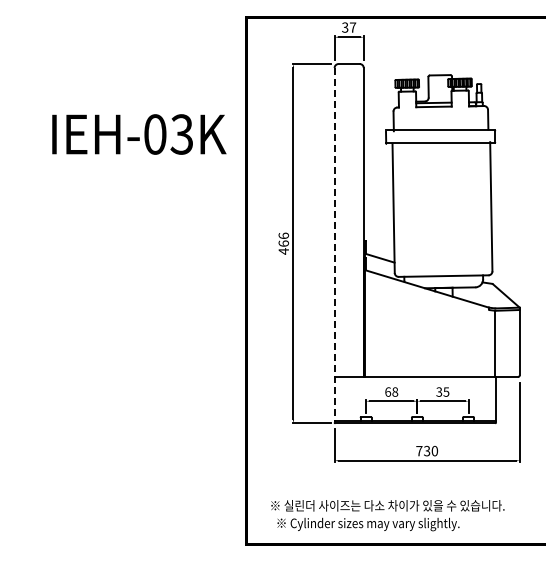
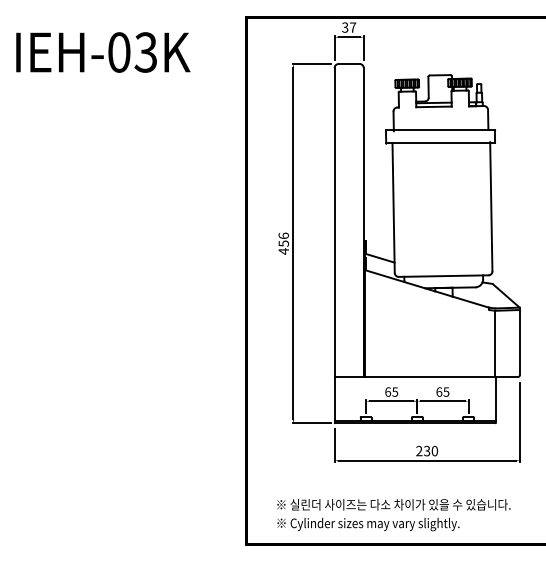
text at (139, 134) position: (139, 134) -> (103, 52)
text at (283, 243): 466 -> 456
line at (334, 245): dashed -> solid
text at (395, 391): 68 -> 65
text at (439, 391): 35 -> 65
text at (419, 450): 730 -> 230
text at (387, 505) position: (387, 505) -> (393, 504)
